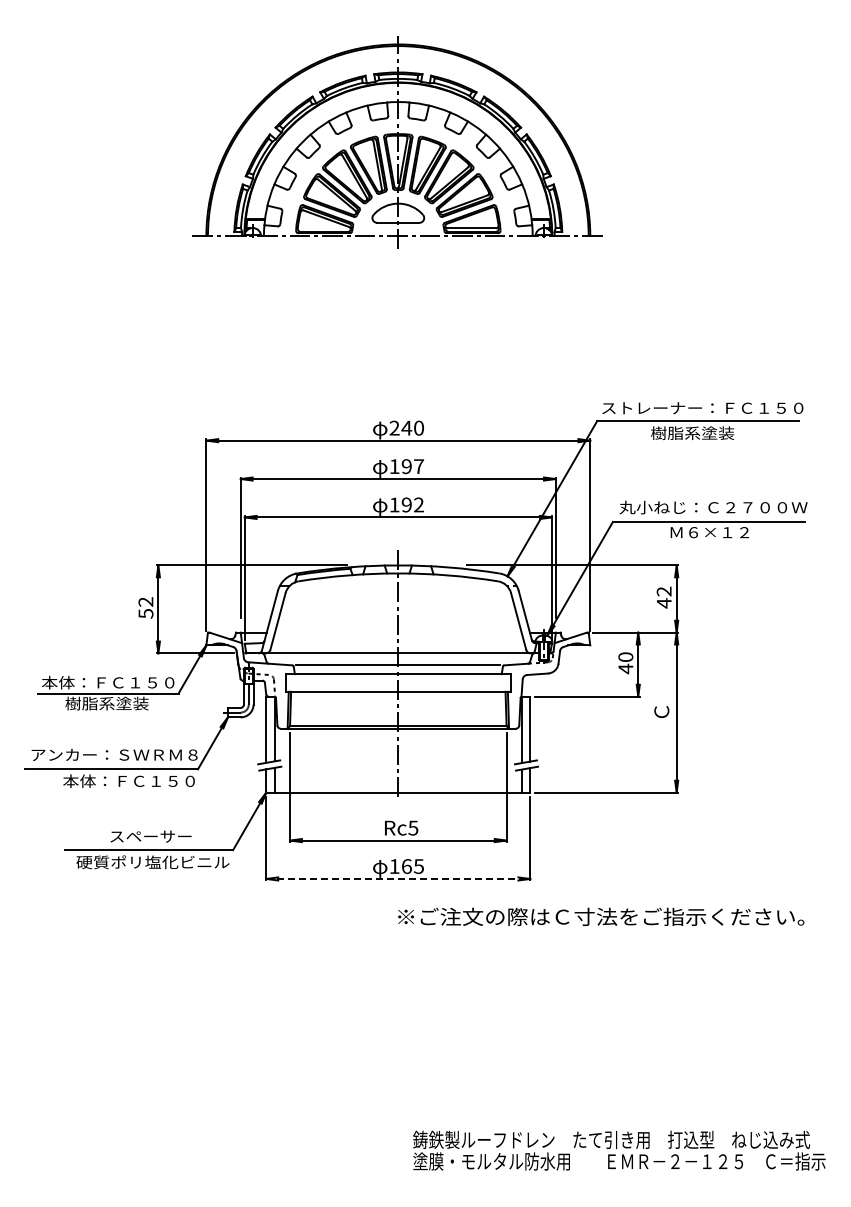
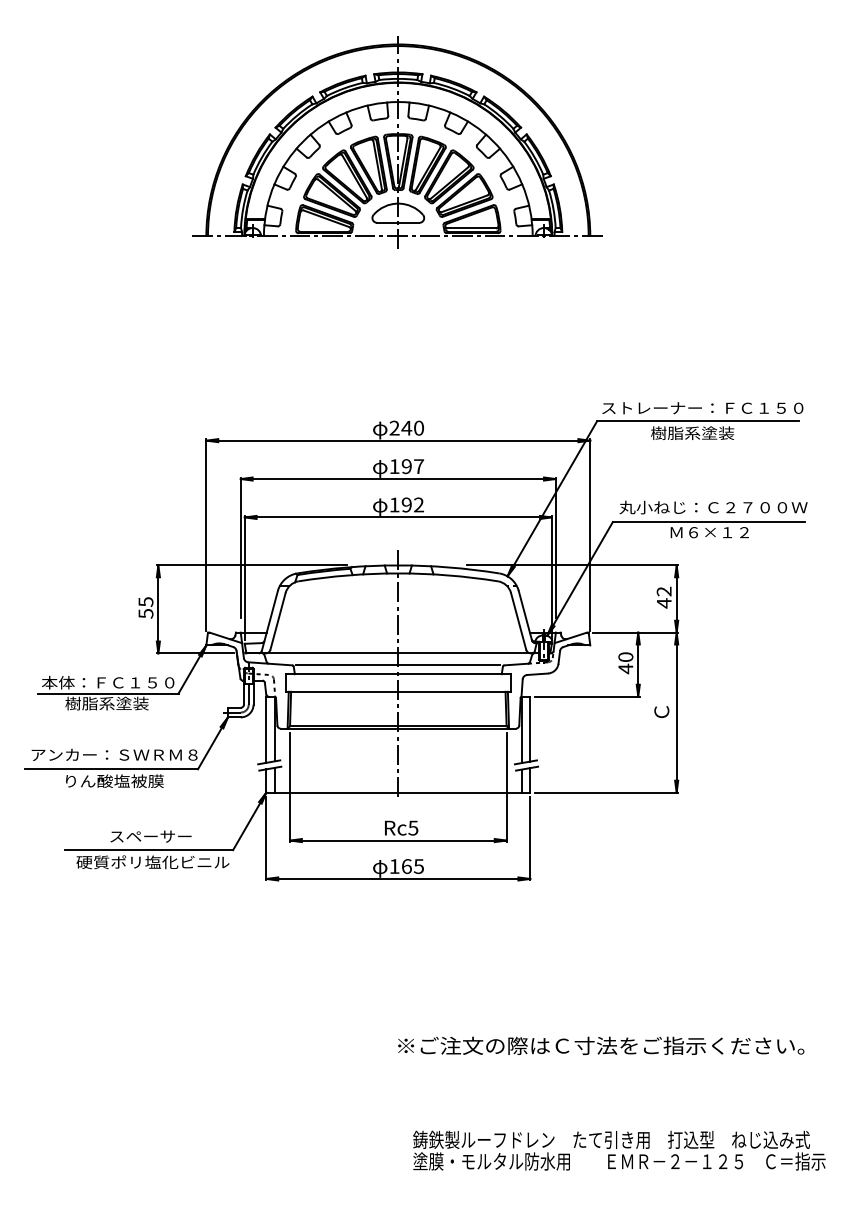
text at (145, 601): 52 -> 55
text at (128, 781): 本体：ＦＣ１５０ -> りん酸塩被膜
line at (398, 878): dashed -> solid
text at (601, 916) position: (601, 916) -> (601, 1045)
